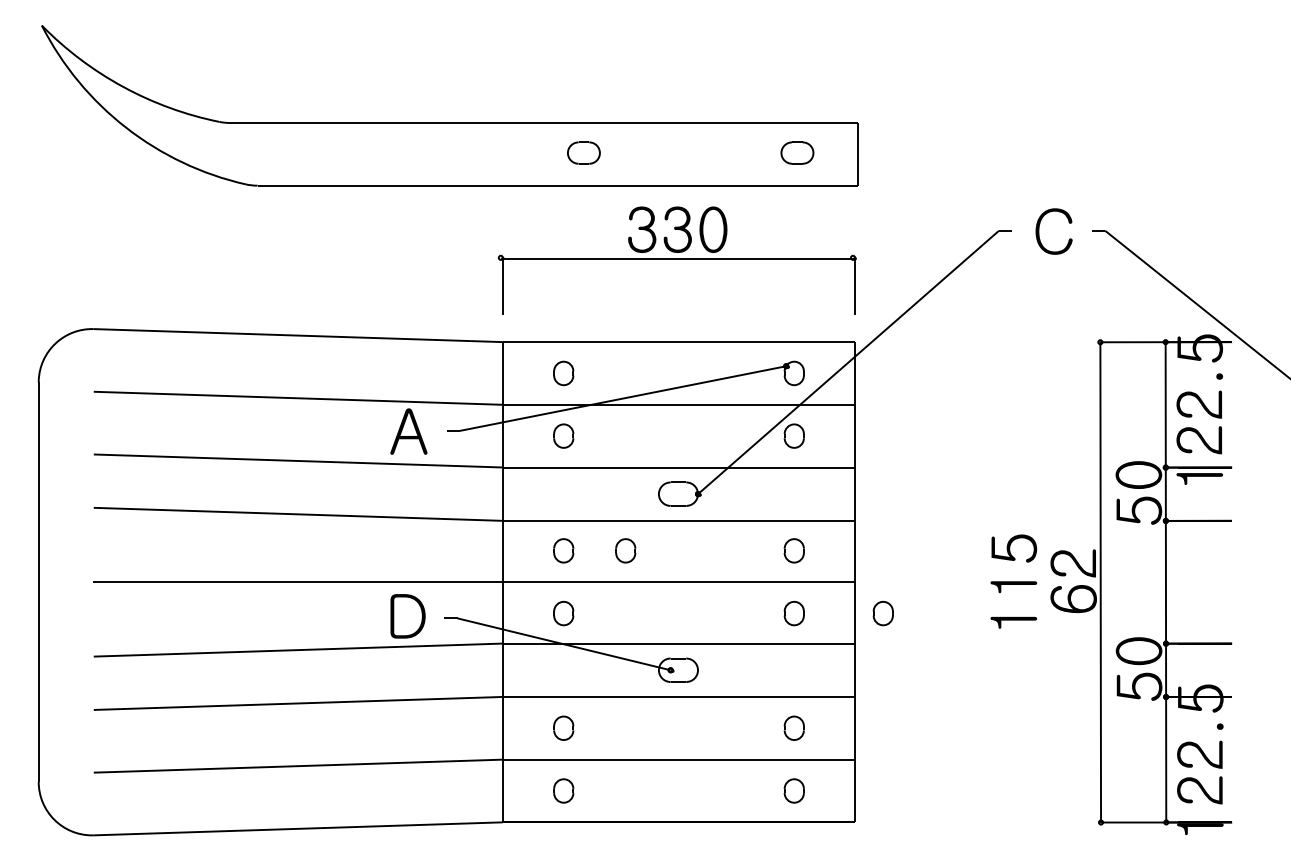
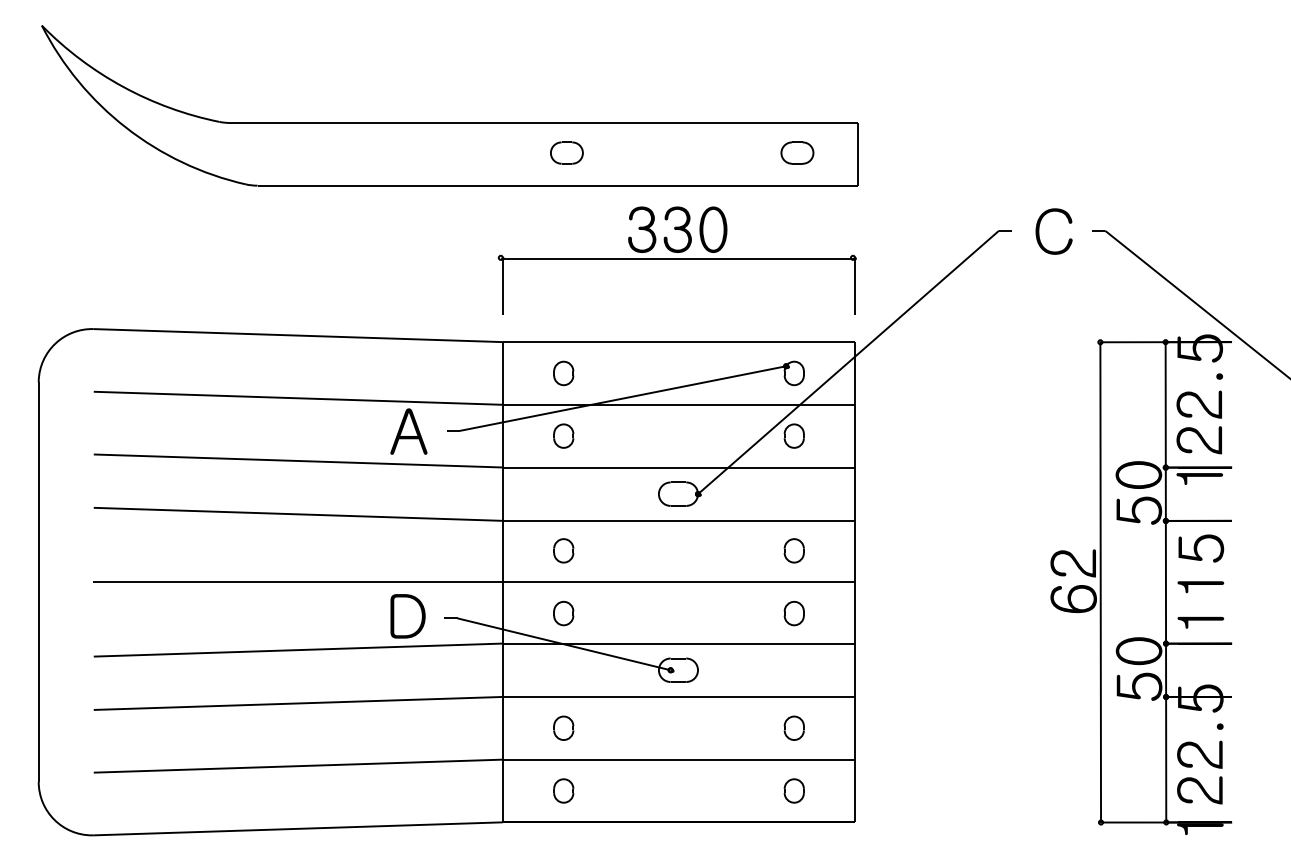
part at (583, 152) position: (583, 152) -> (566, 152)
part at (625, 550): present -> none
text at (1013, 581) position: (1013, 581) -> (1200, 581)
part at (882, 613): present -> none
